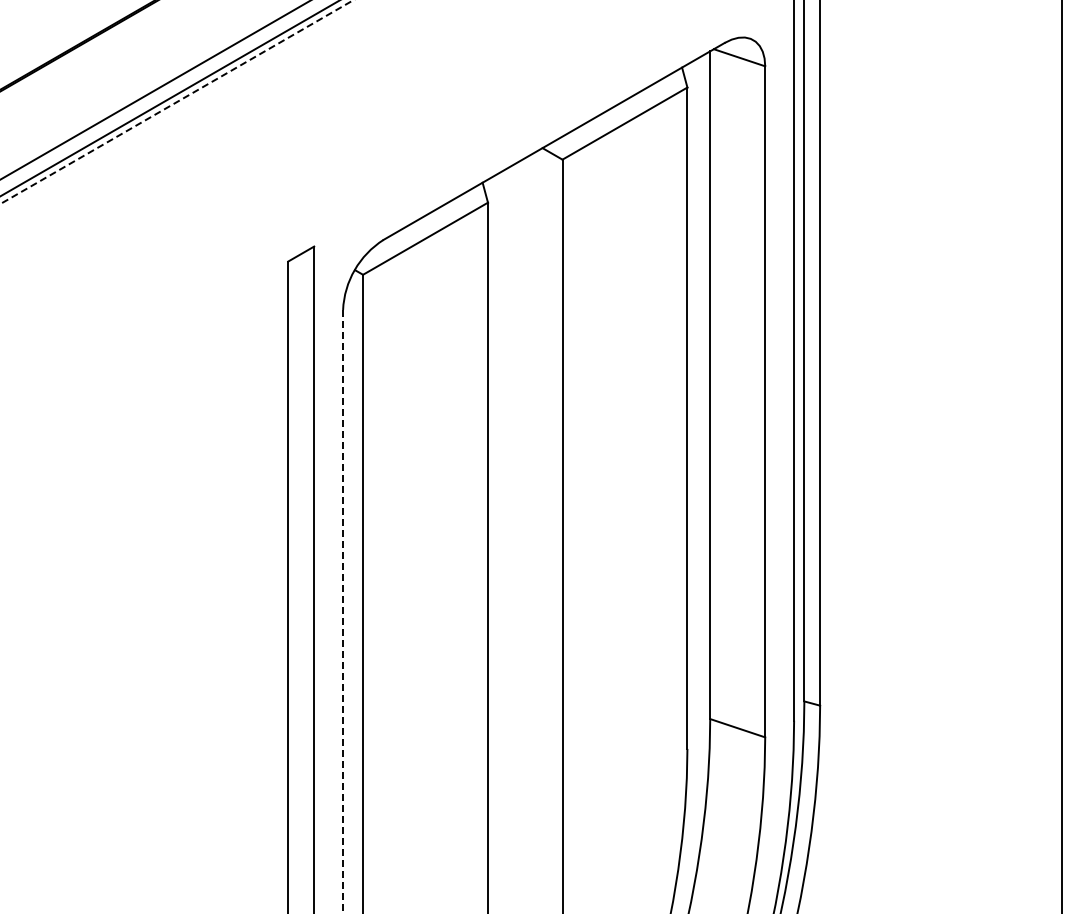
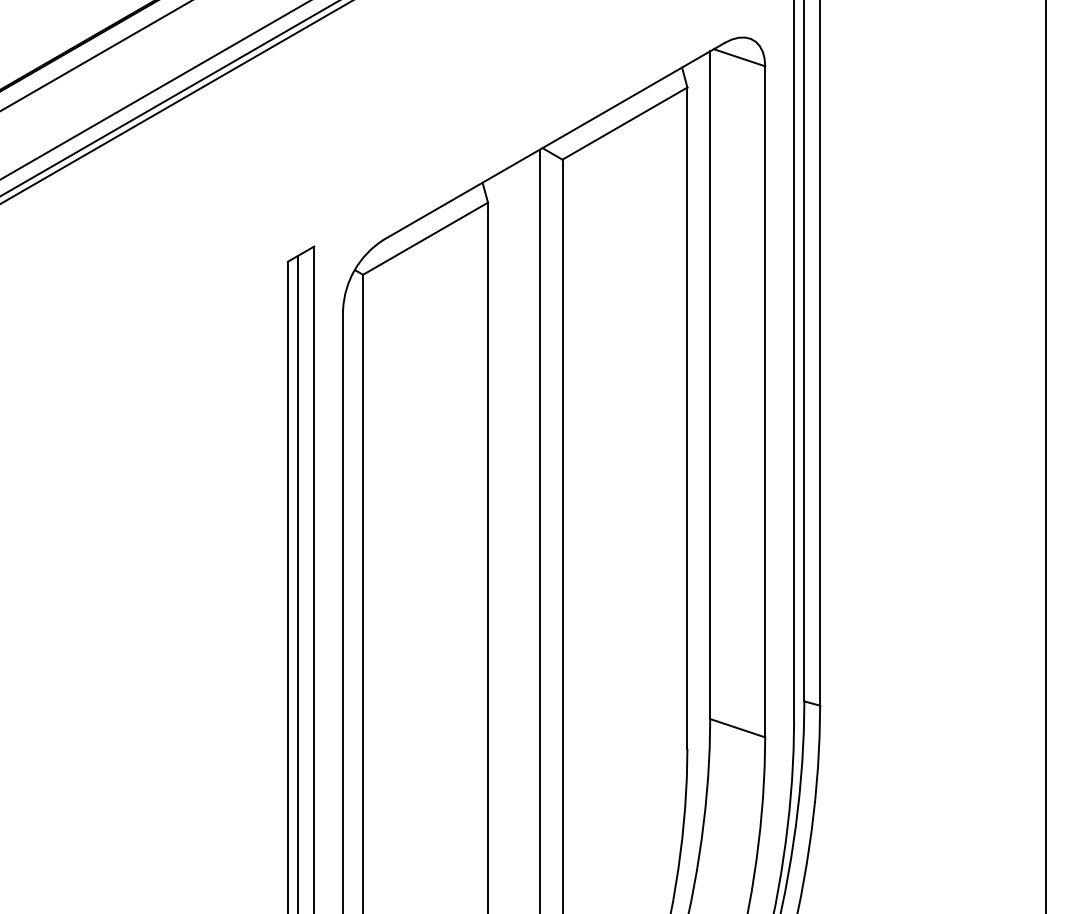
line at (95, 55): none -> present
line at (176, 102): dashed -> solid
line at (1061, 456) position: (1061, 456) -> (1045, 456)
line at (539, 529): none -> present
line at (298, 582): none -> present
line at (343, 611): dashed -> solid
